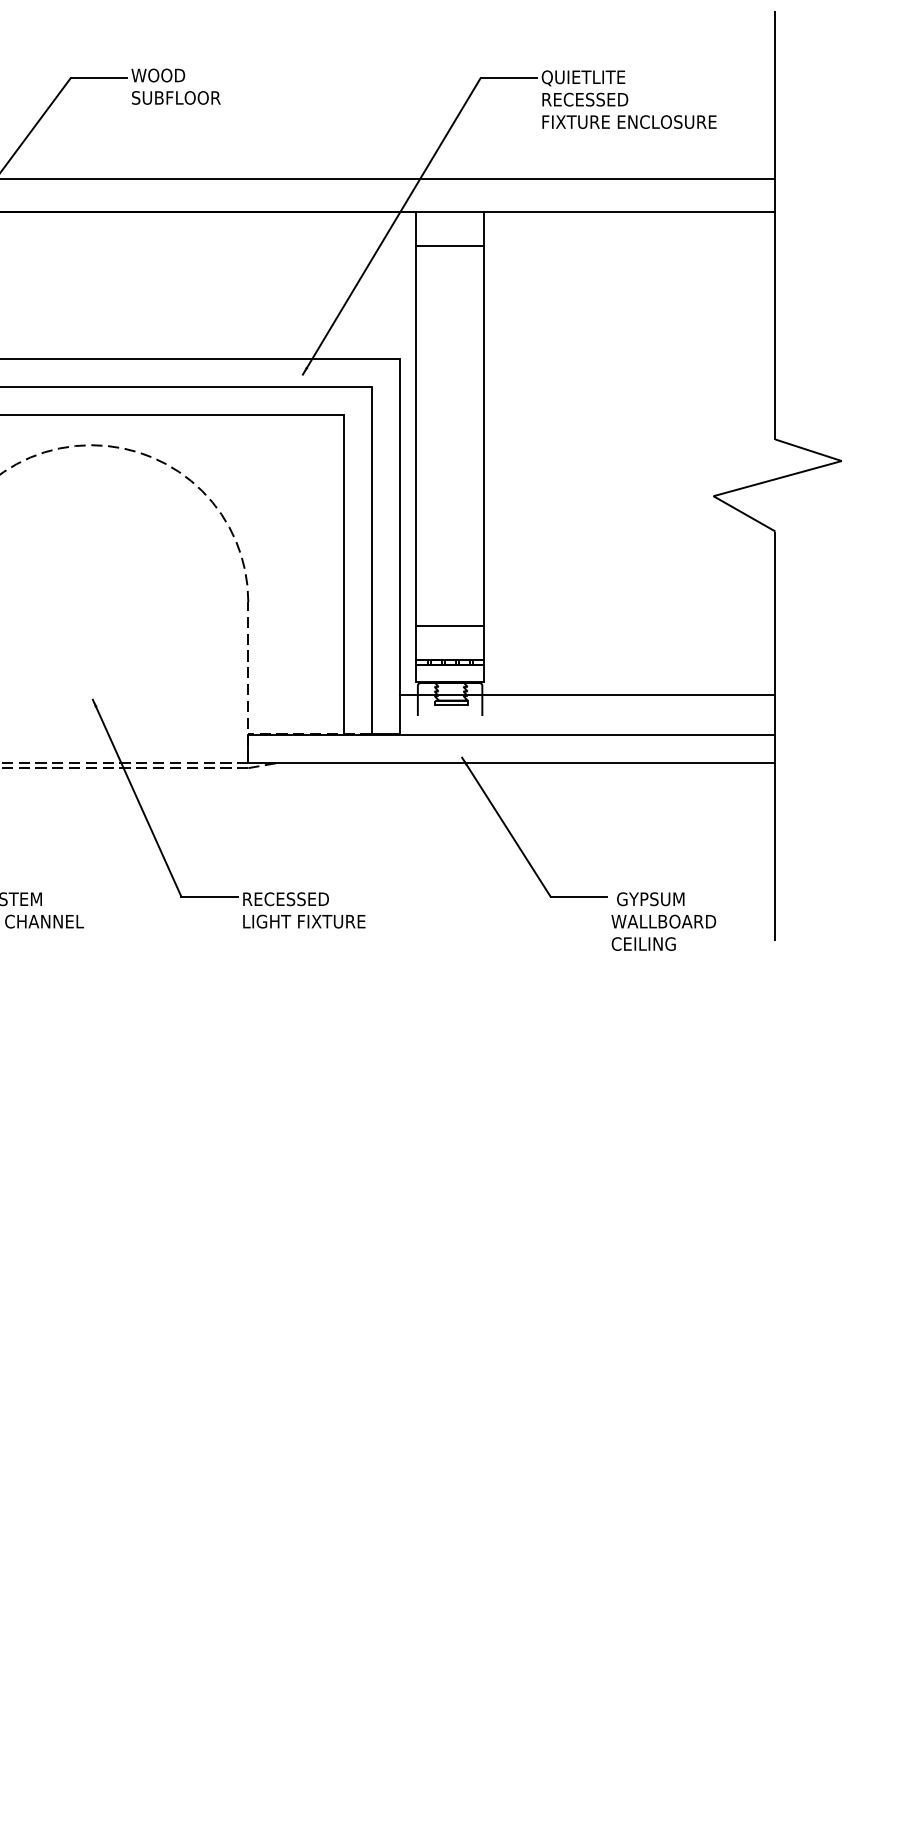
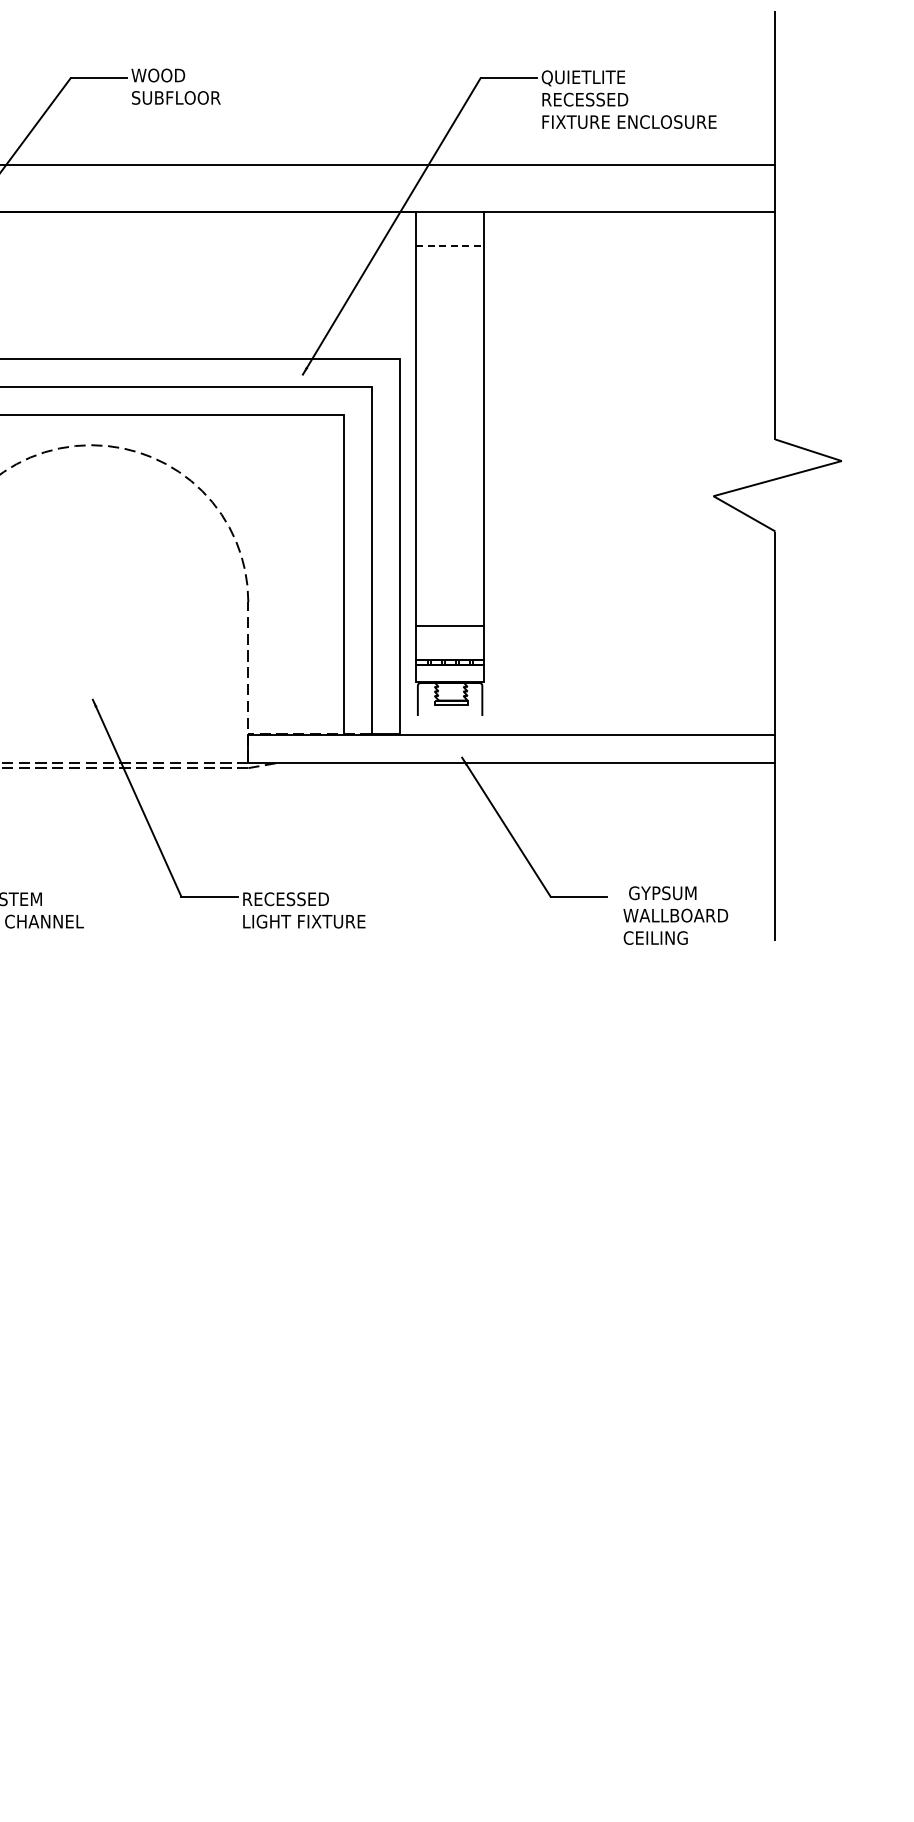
line at (388, 178) position: (388, 178) -> (388, 164)
line at (450, 246): solid -> dashed
line at (587, 695): present -> none
text at (663, 921) position: (663, 921) -> (675, 915)
